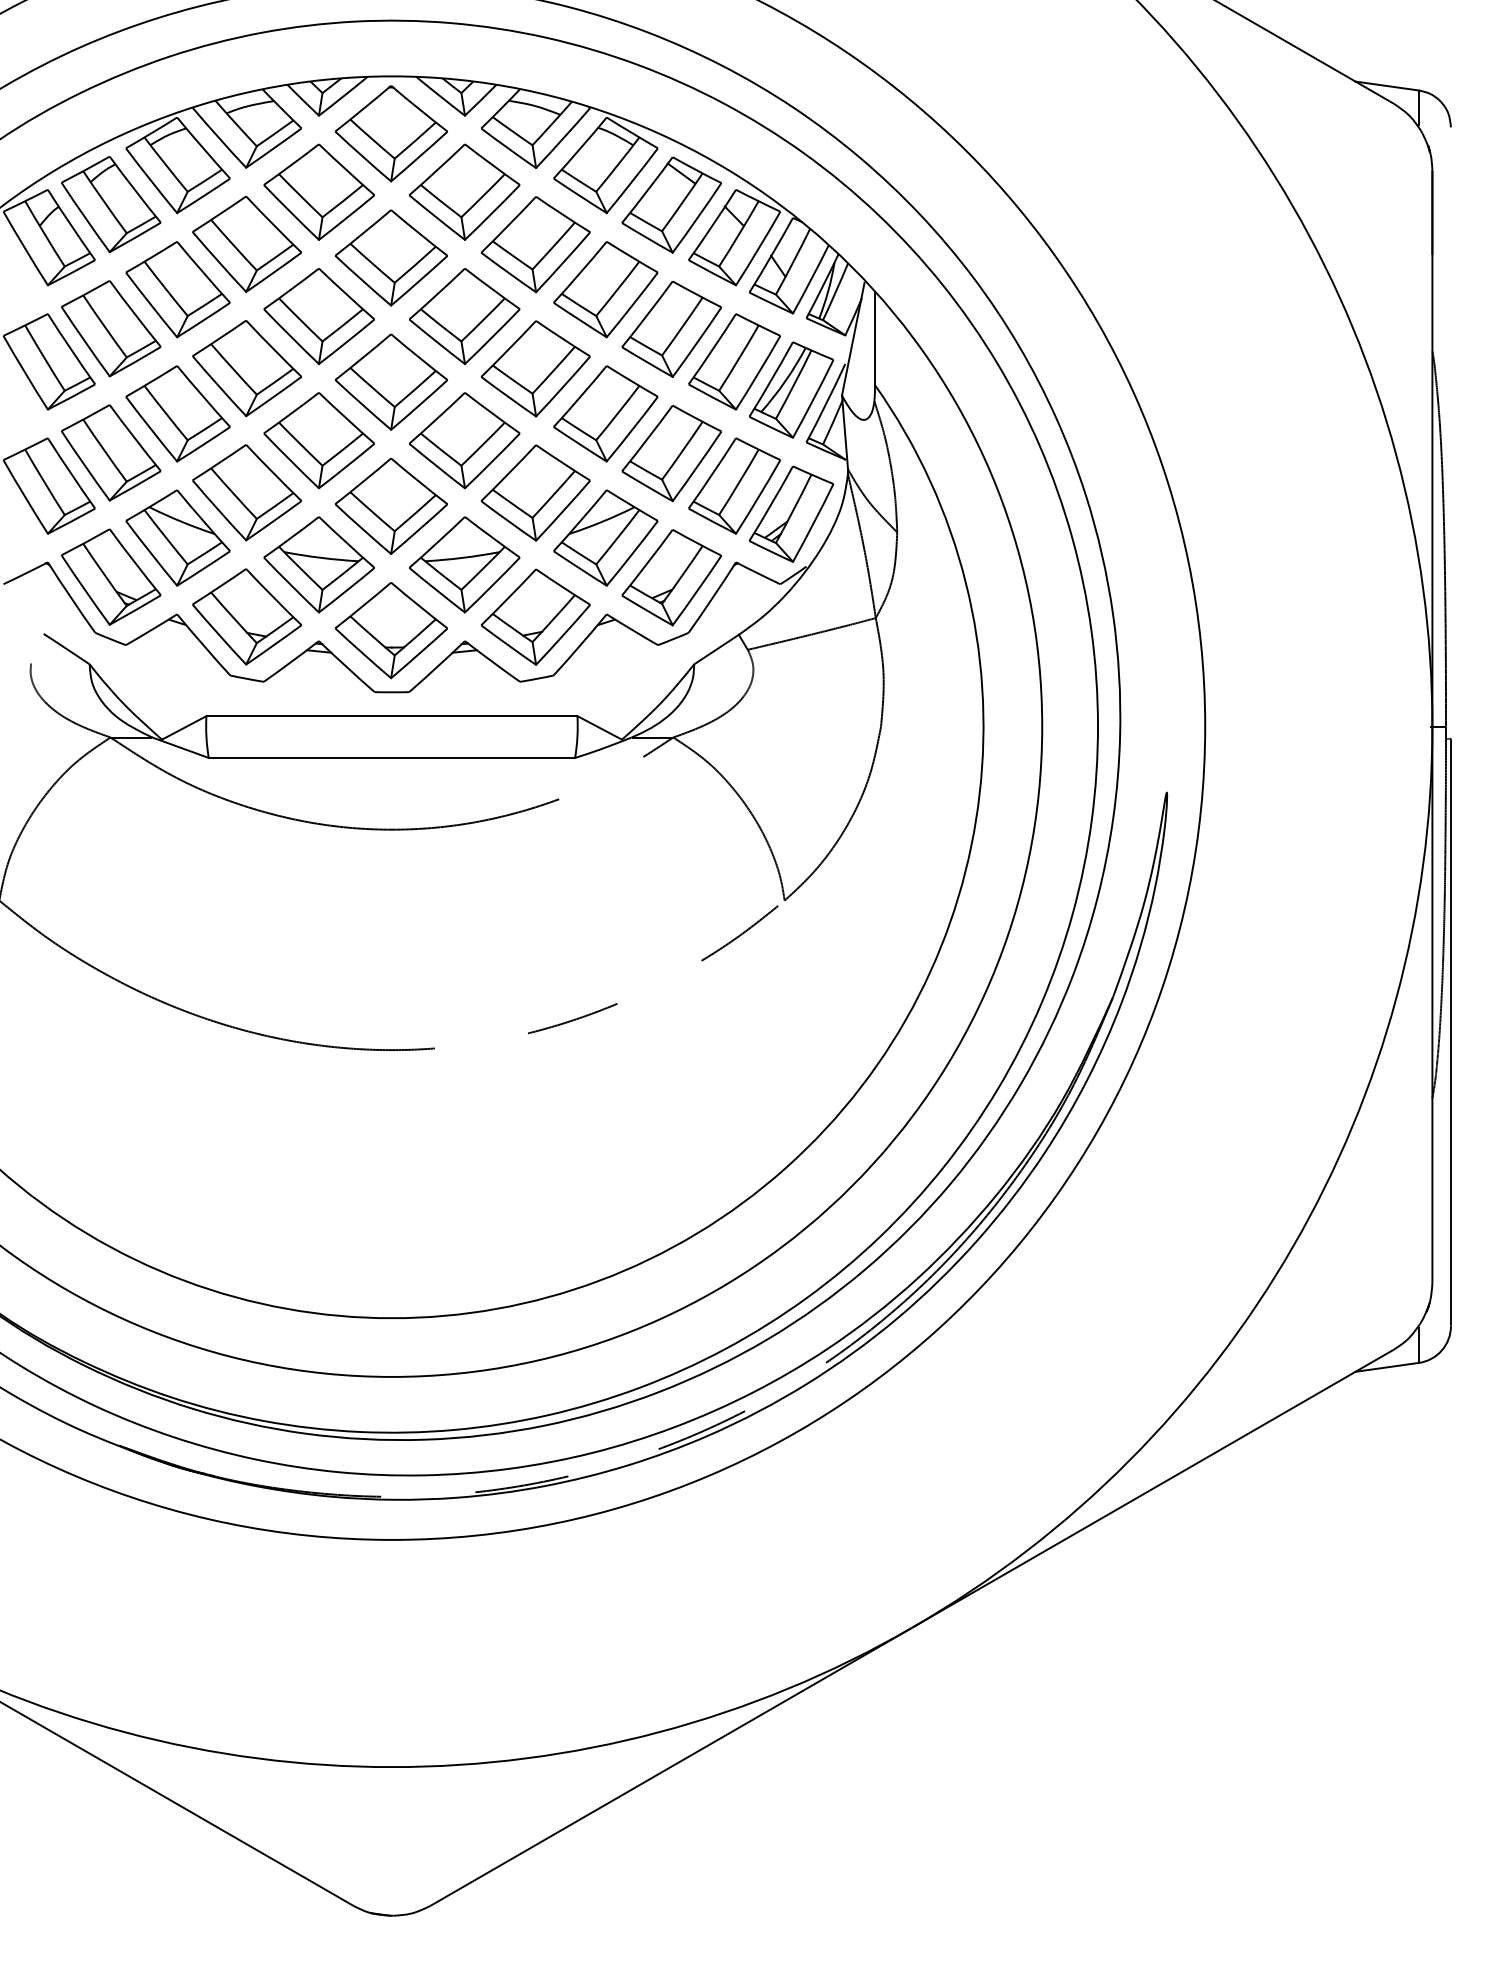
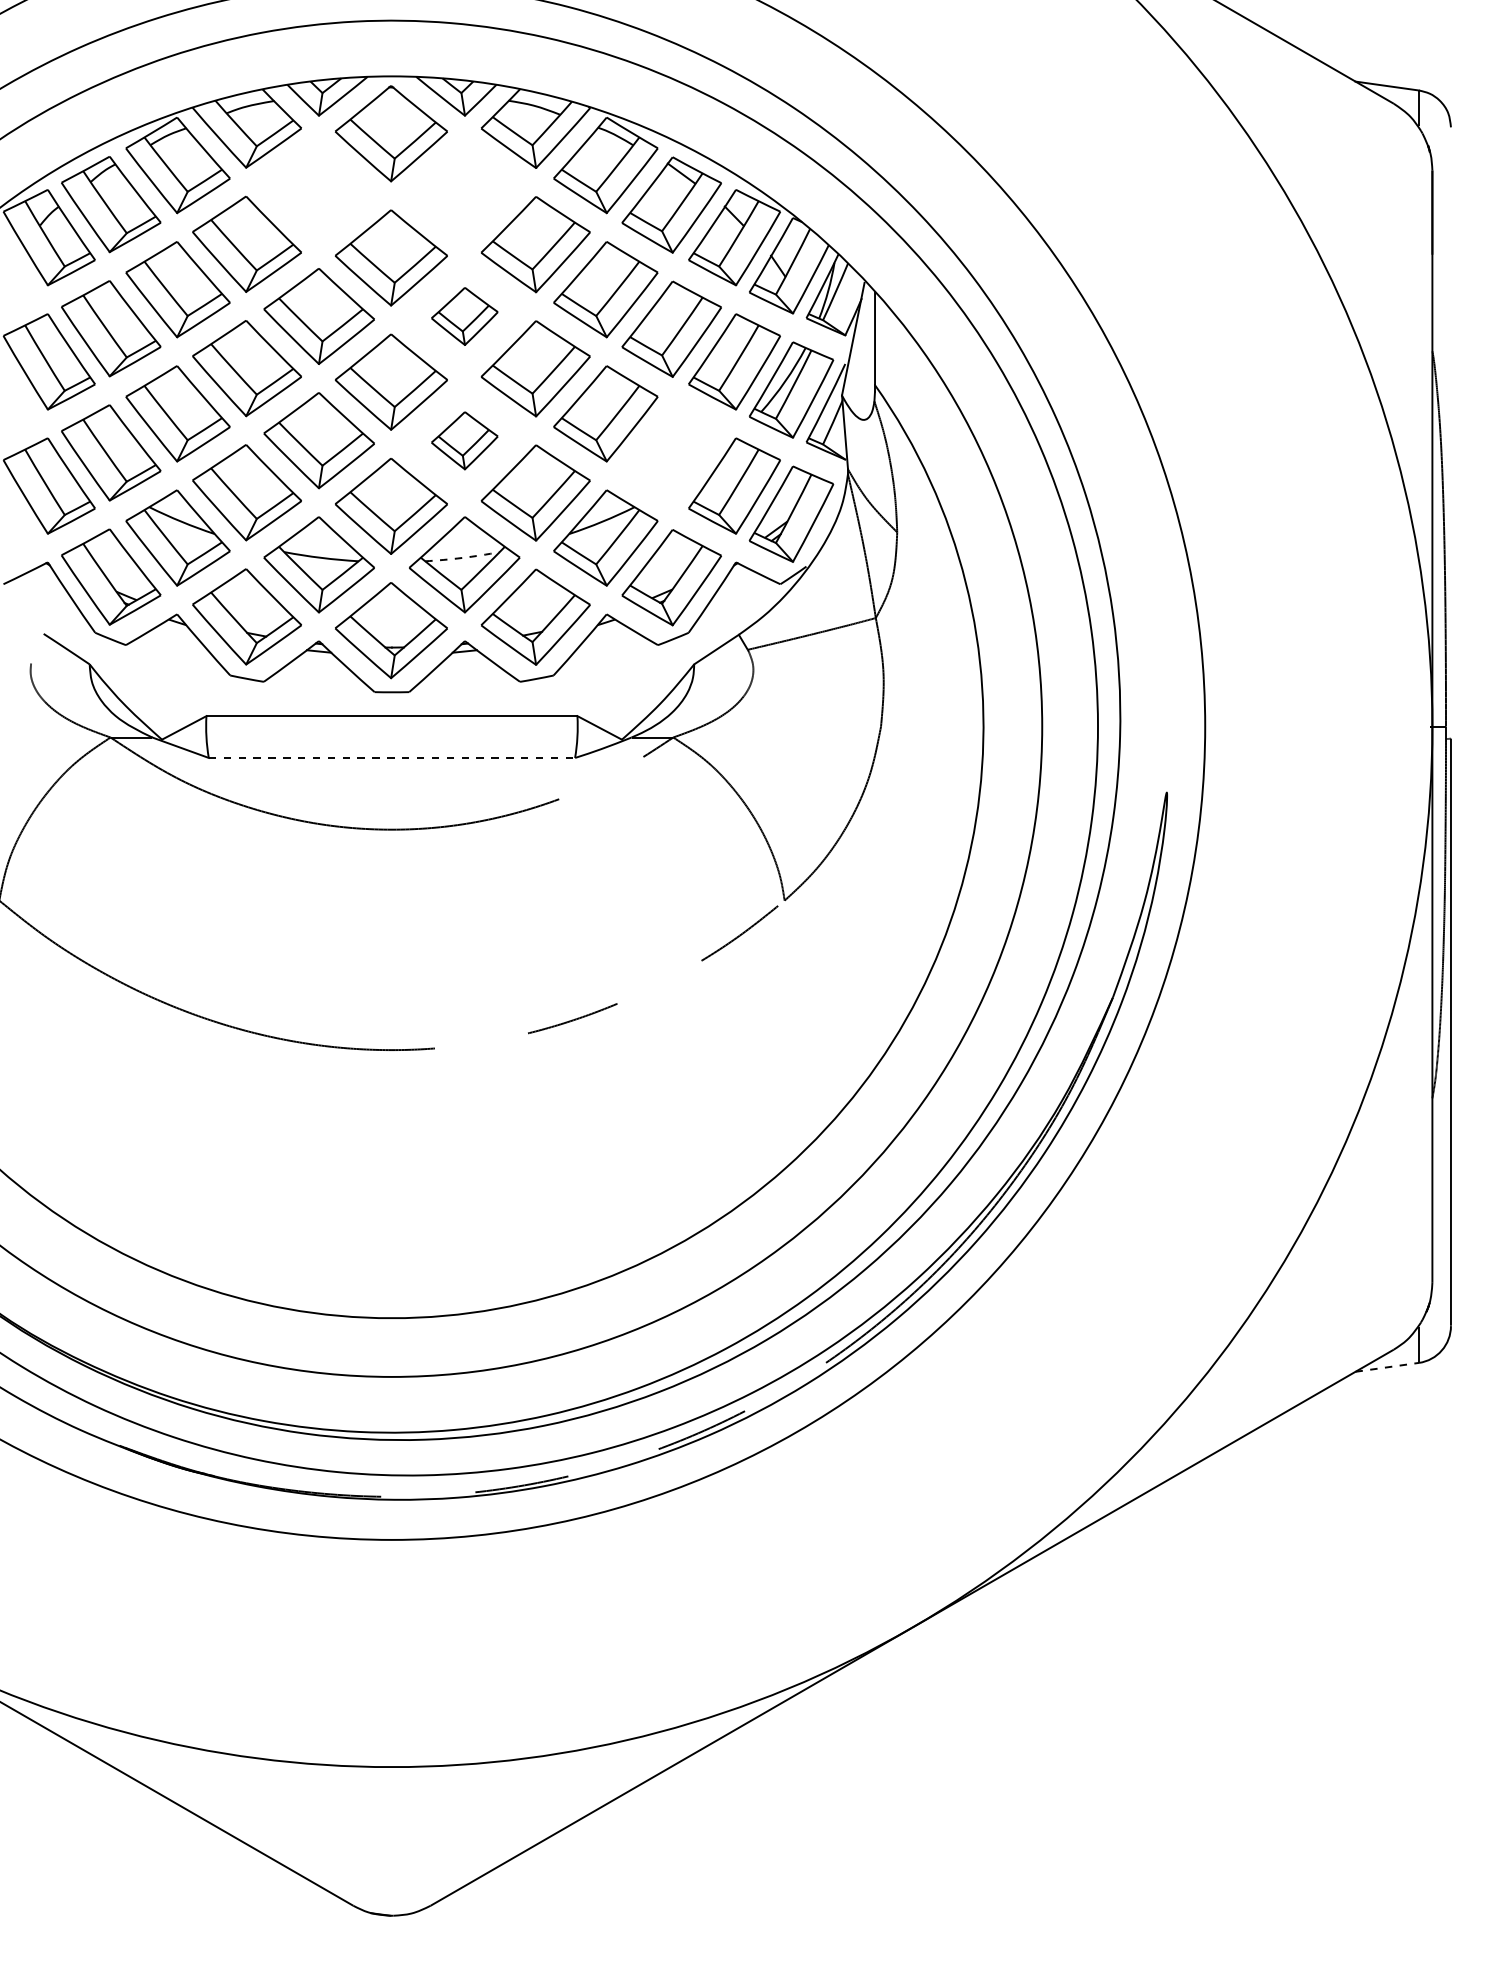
part at (318, 191): present -> none
part at (464, 191): present -> none
part at (464, 316) size: 112x97 px -> 68x59 px
part at (464, 440) size: 112x98 px -> 68x60 px
part at (671, 453): present -> none
arc at (462, 557): solid -> dashed
line at (392, 757): solid -> dashed
line at (1387, 1367): solid -> dashed
